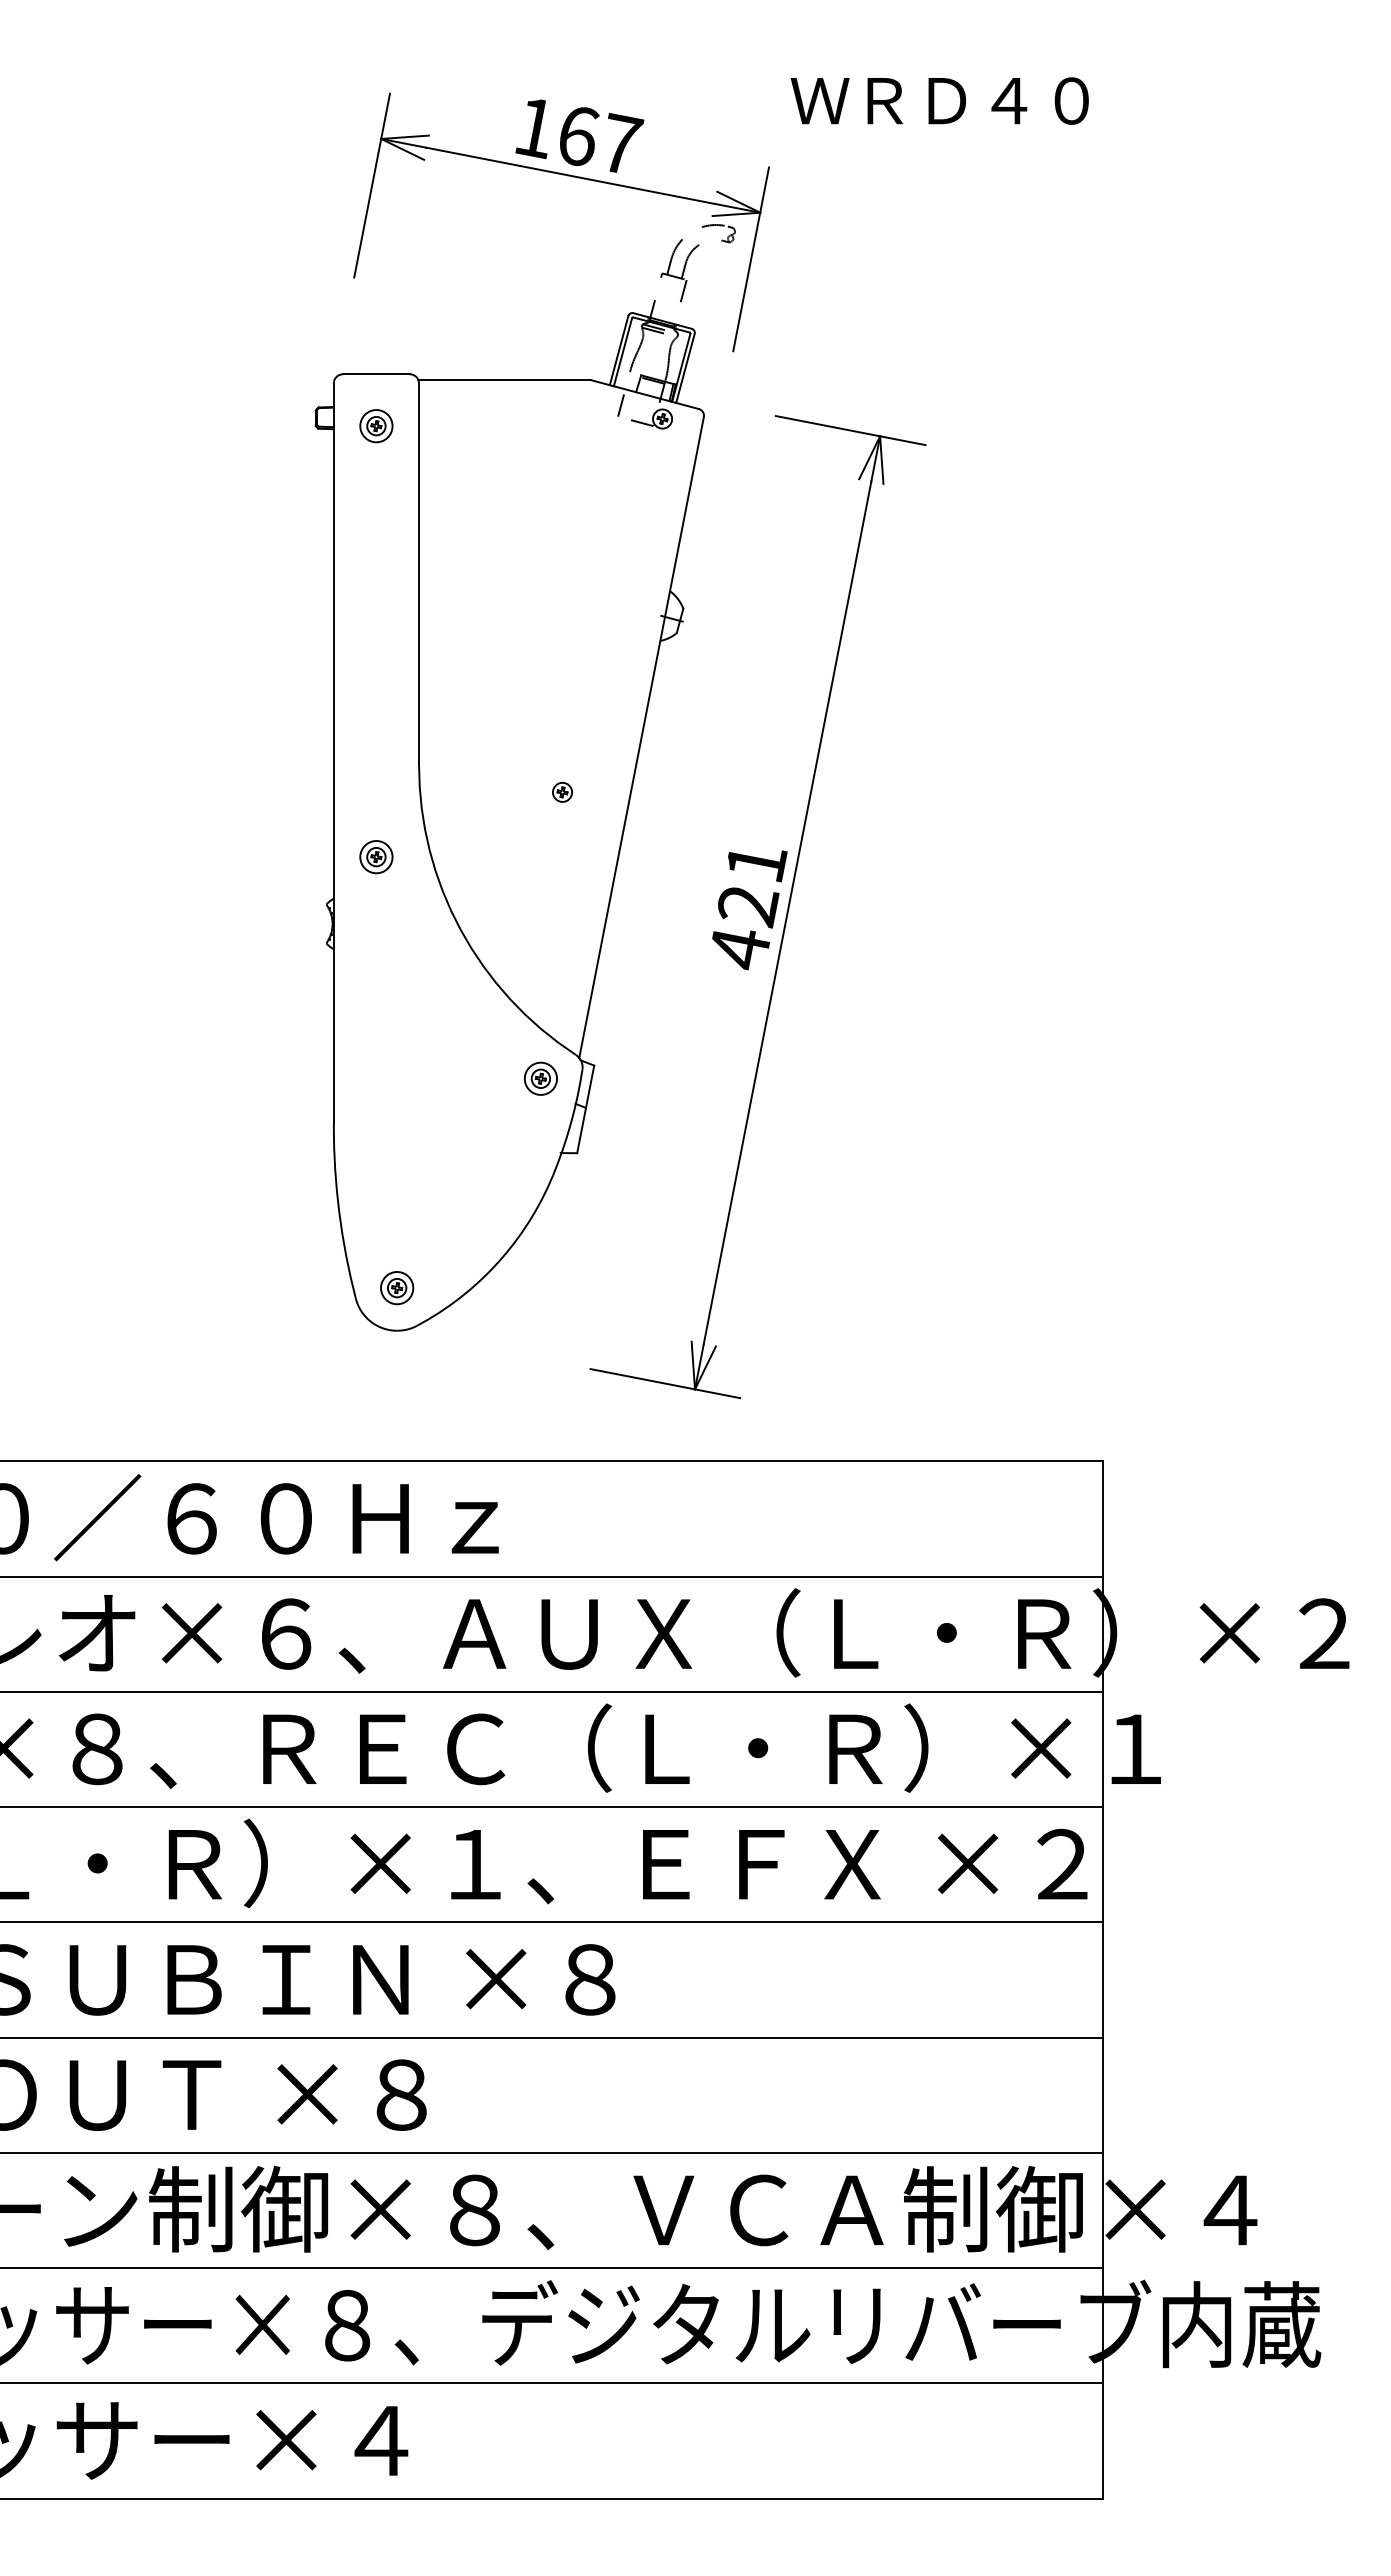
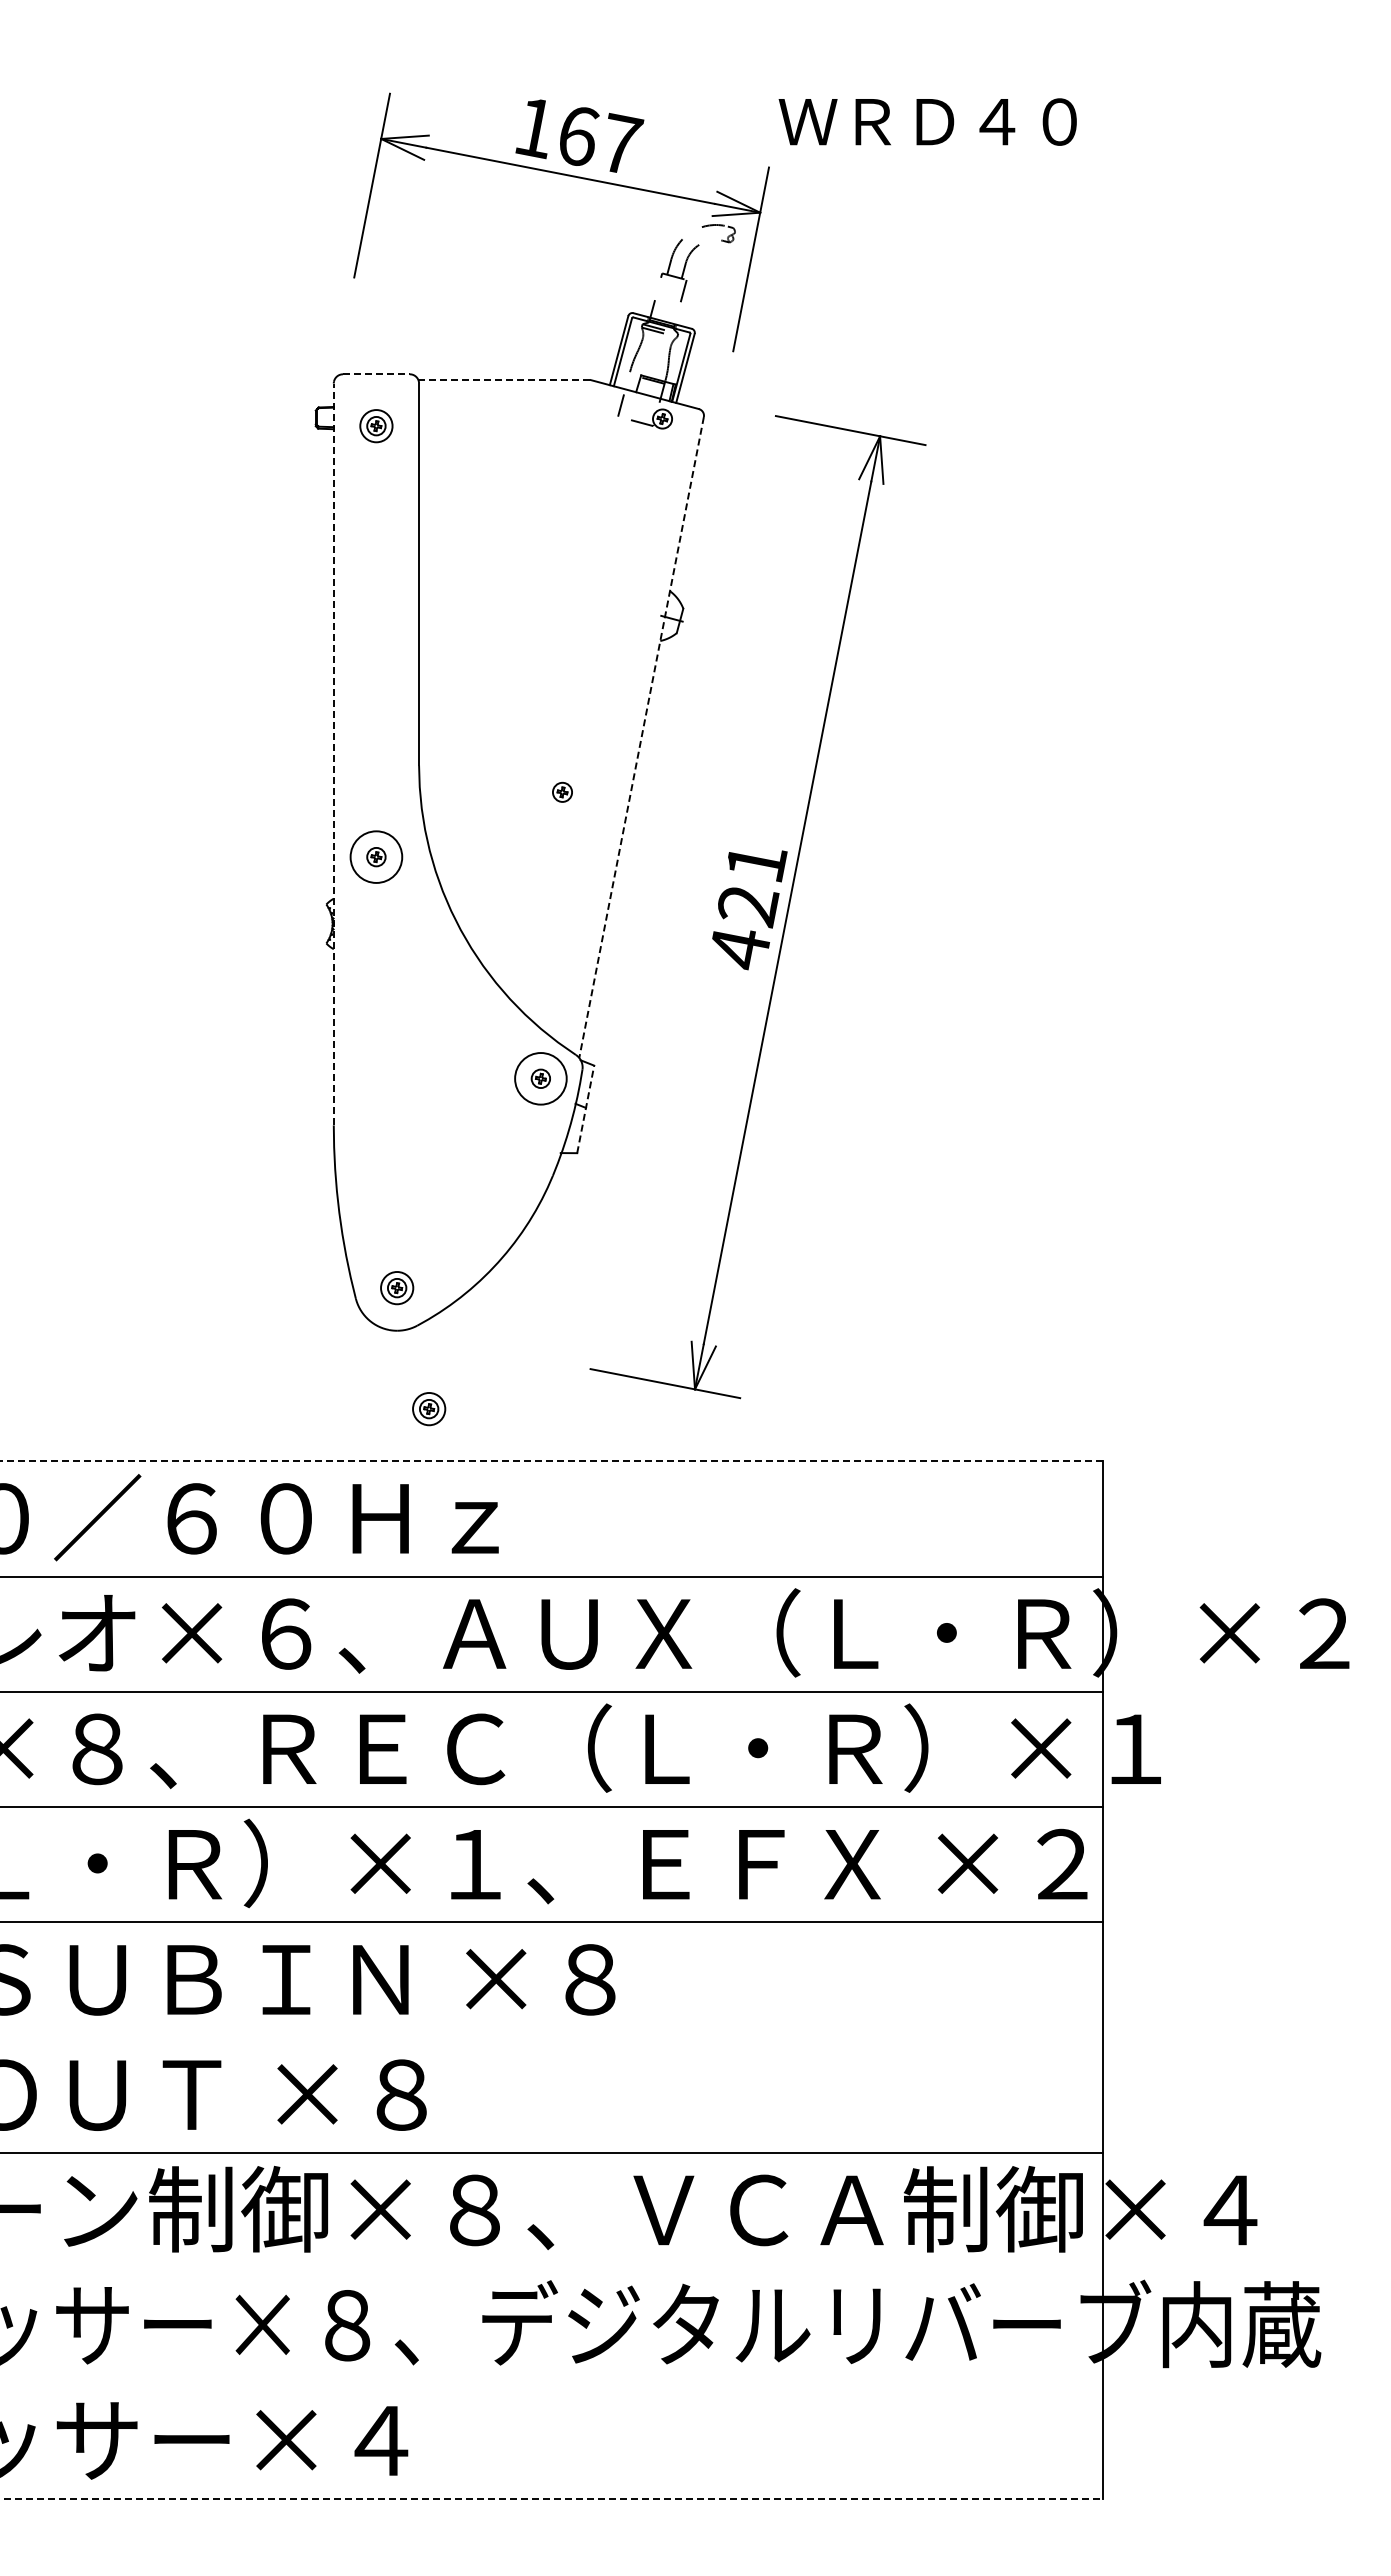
text at (939, 100) position: (939, 100) -> (927, 121)
line at (376, 374): solid -> dashed
line at (505, 380): solid -> dashed
line at (641, 737): solid -> dashed
line at (333, 754): solid -> dashed
circle at (376, 857) diameter: 32 px -> 52 px
circle at (540, 1078) diameter: 32 px -> 52 px
line at (585, 1109): solid -> dashed
part at (429, 1409): none -> present
line at (551, 1461): solid -> dashed
line at (552, 2037): present -> none
line at (552, 2268): present -> none
line at (552, 2383): present -> none
line at (552, 2498): solid -> dashed
